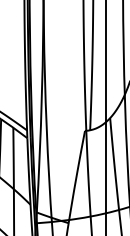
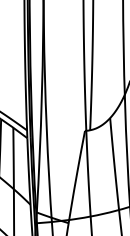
line at (105, 117): present -> none
